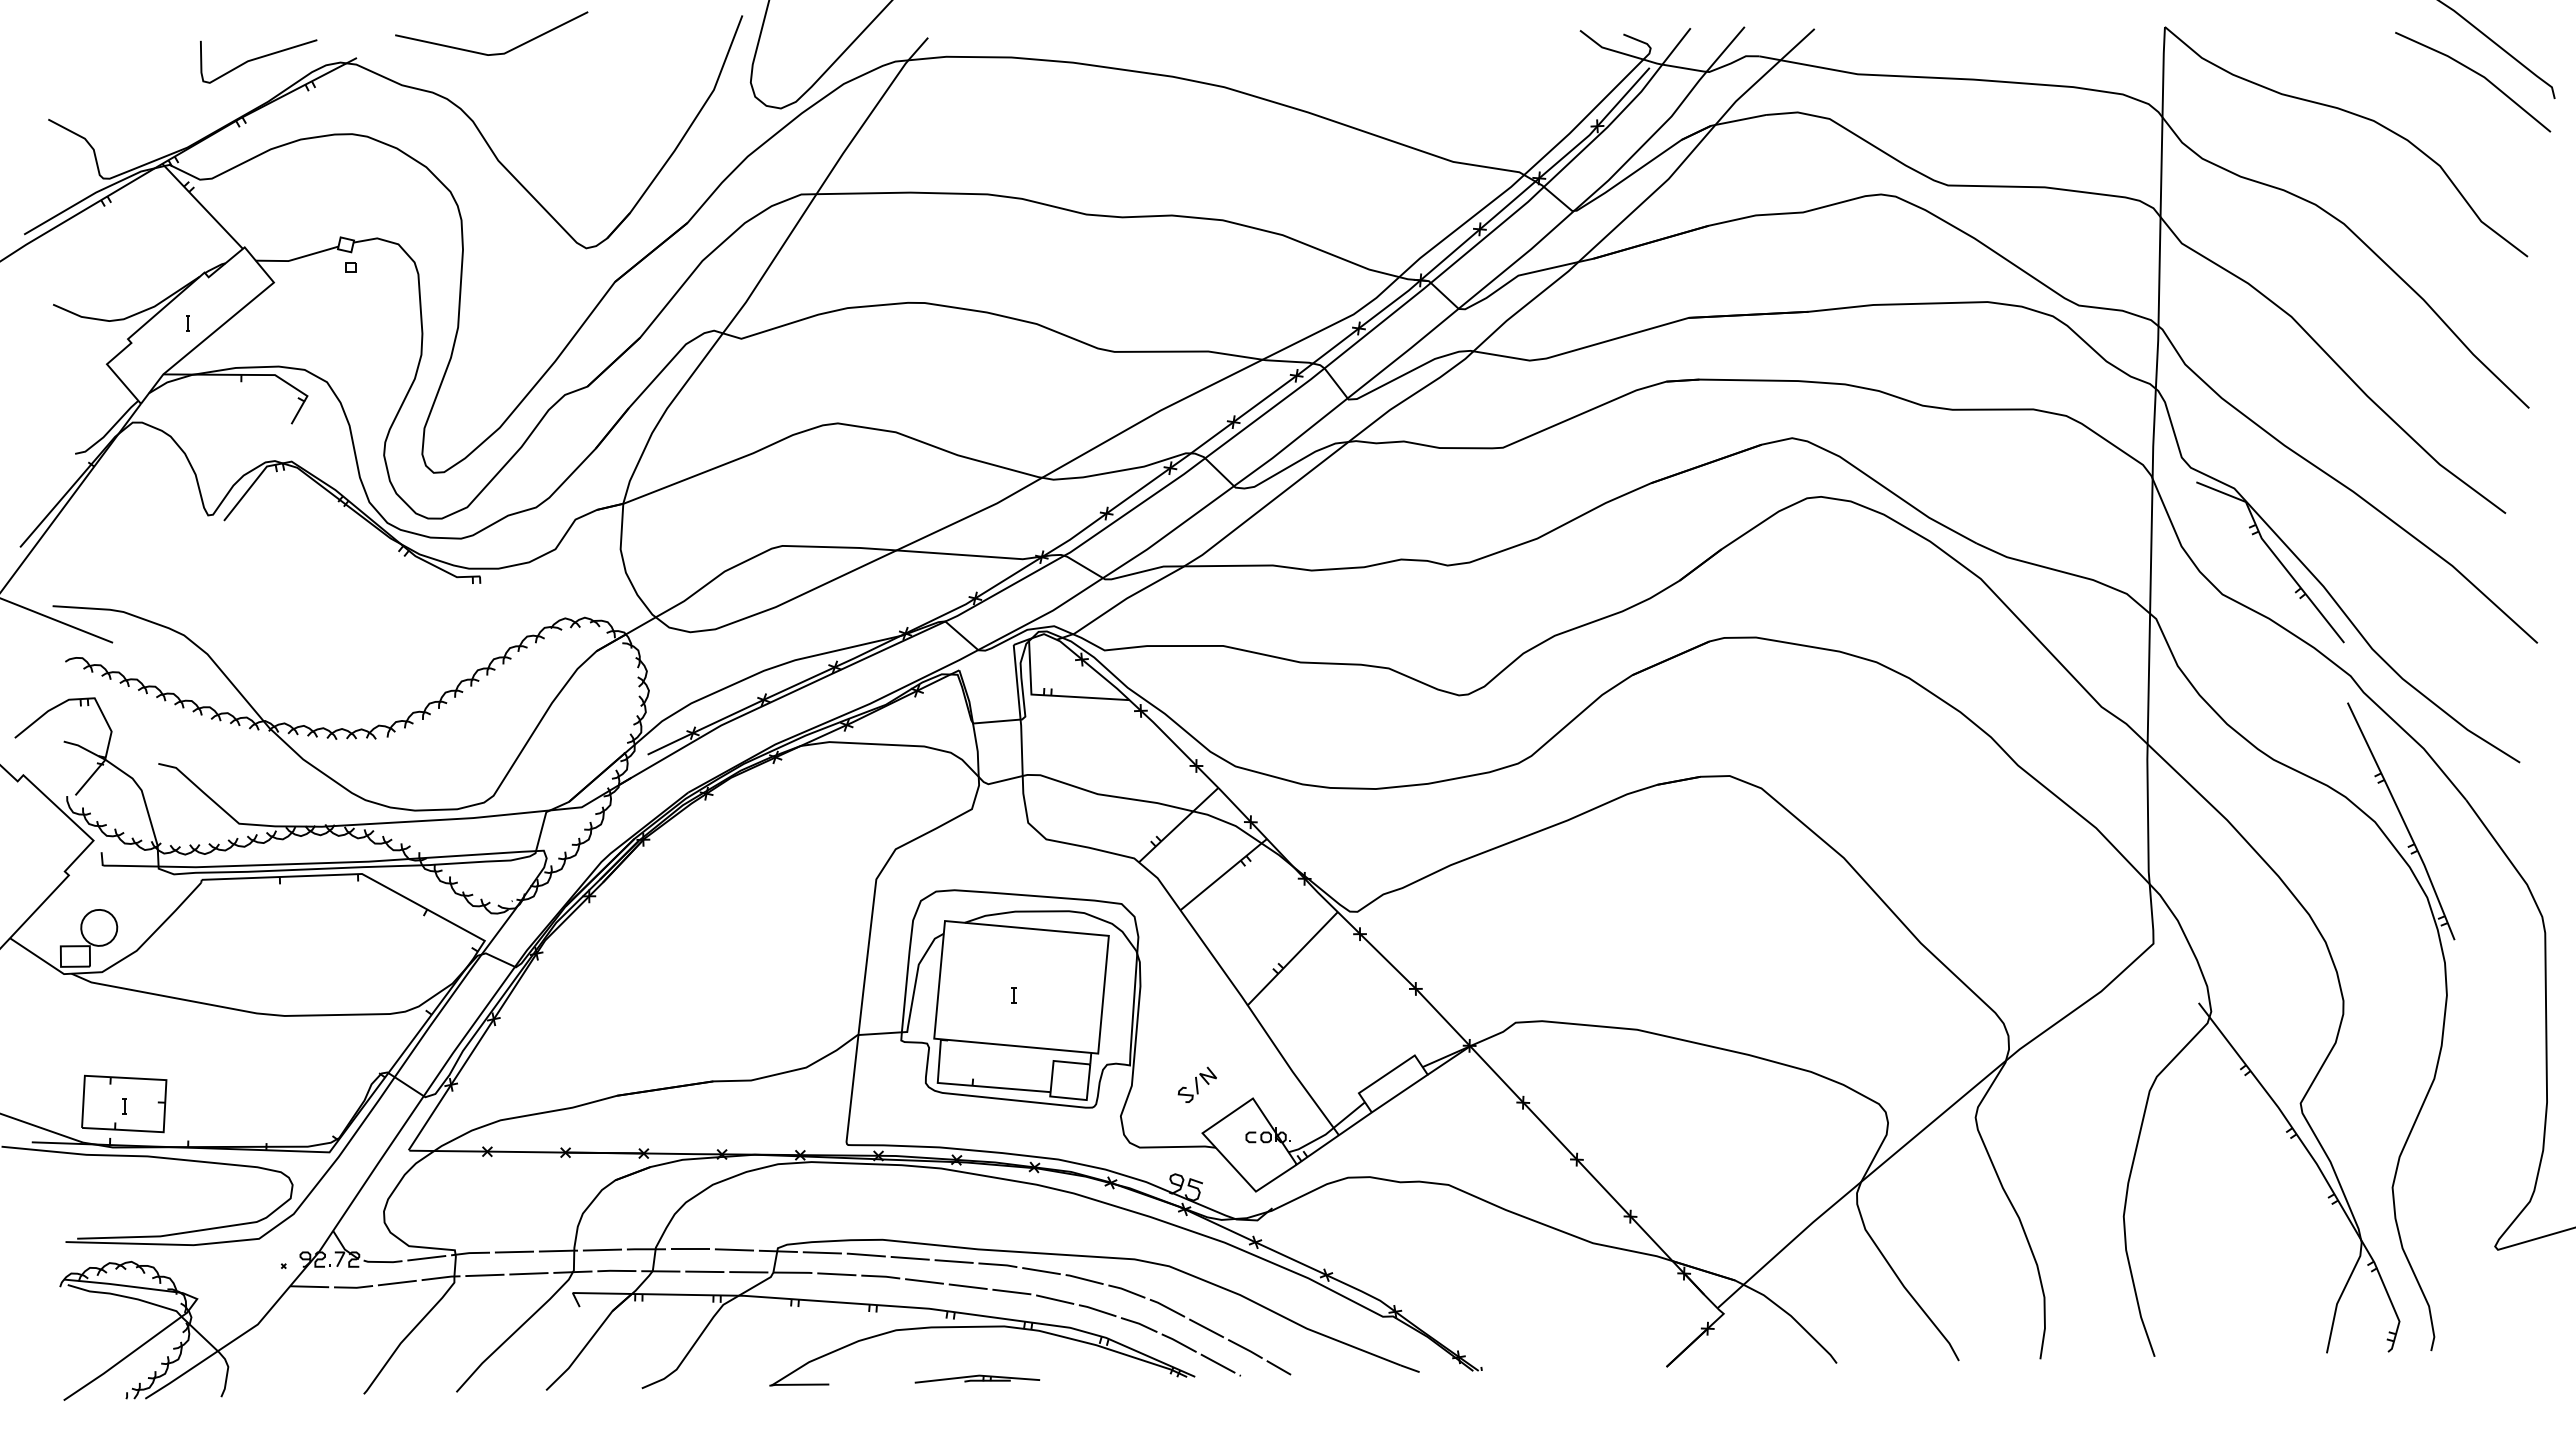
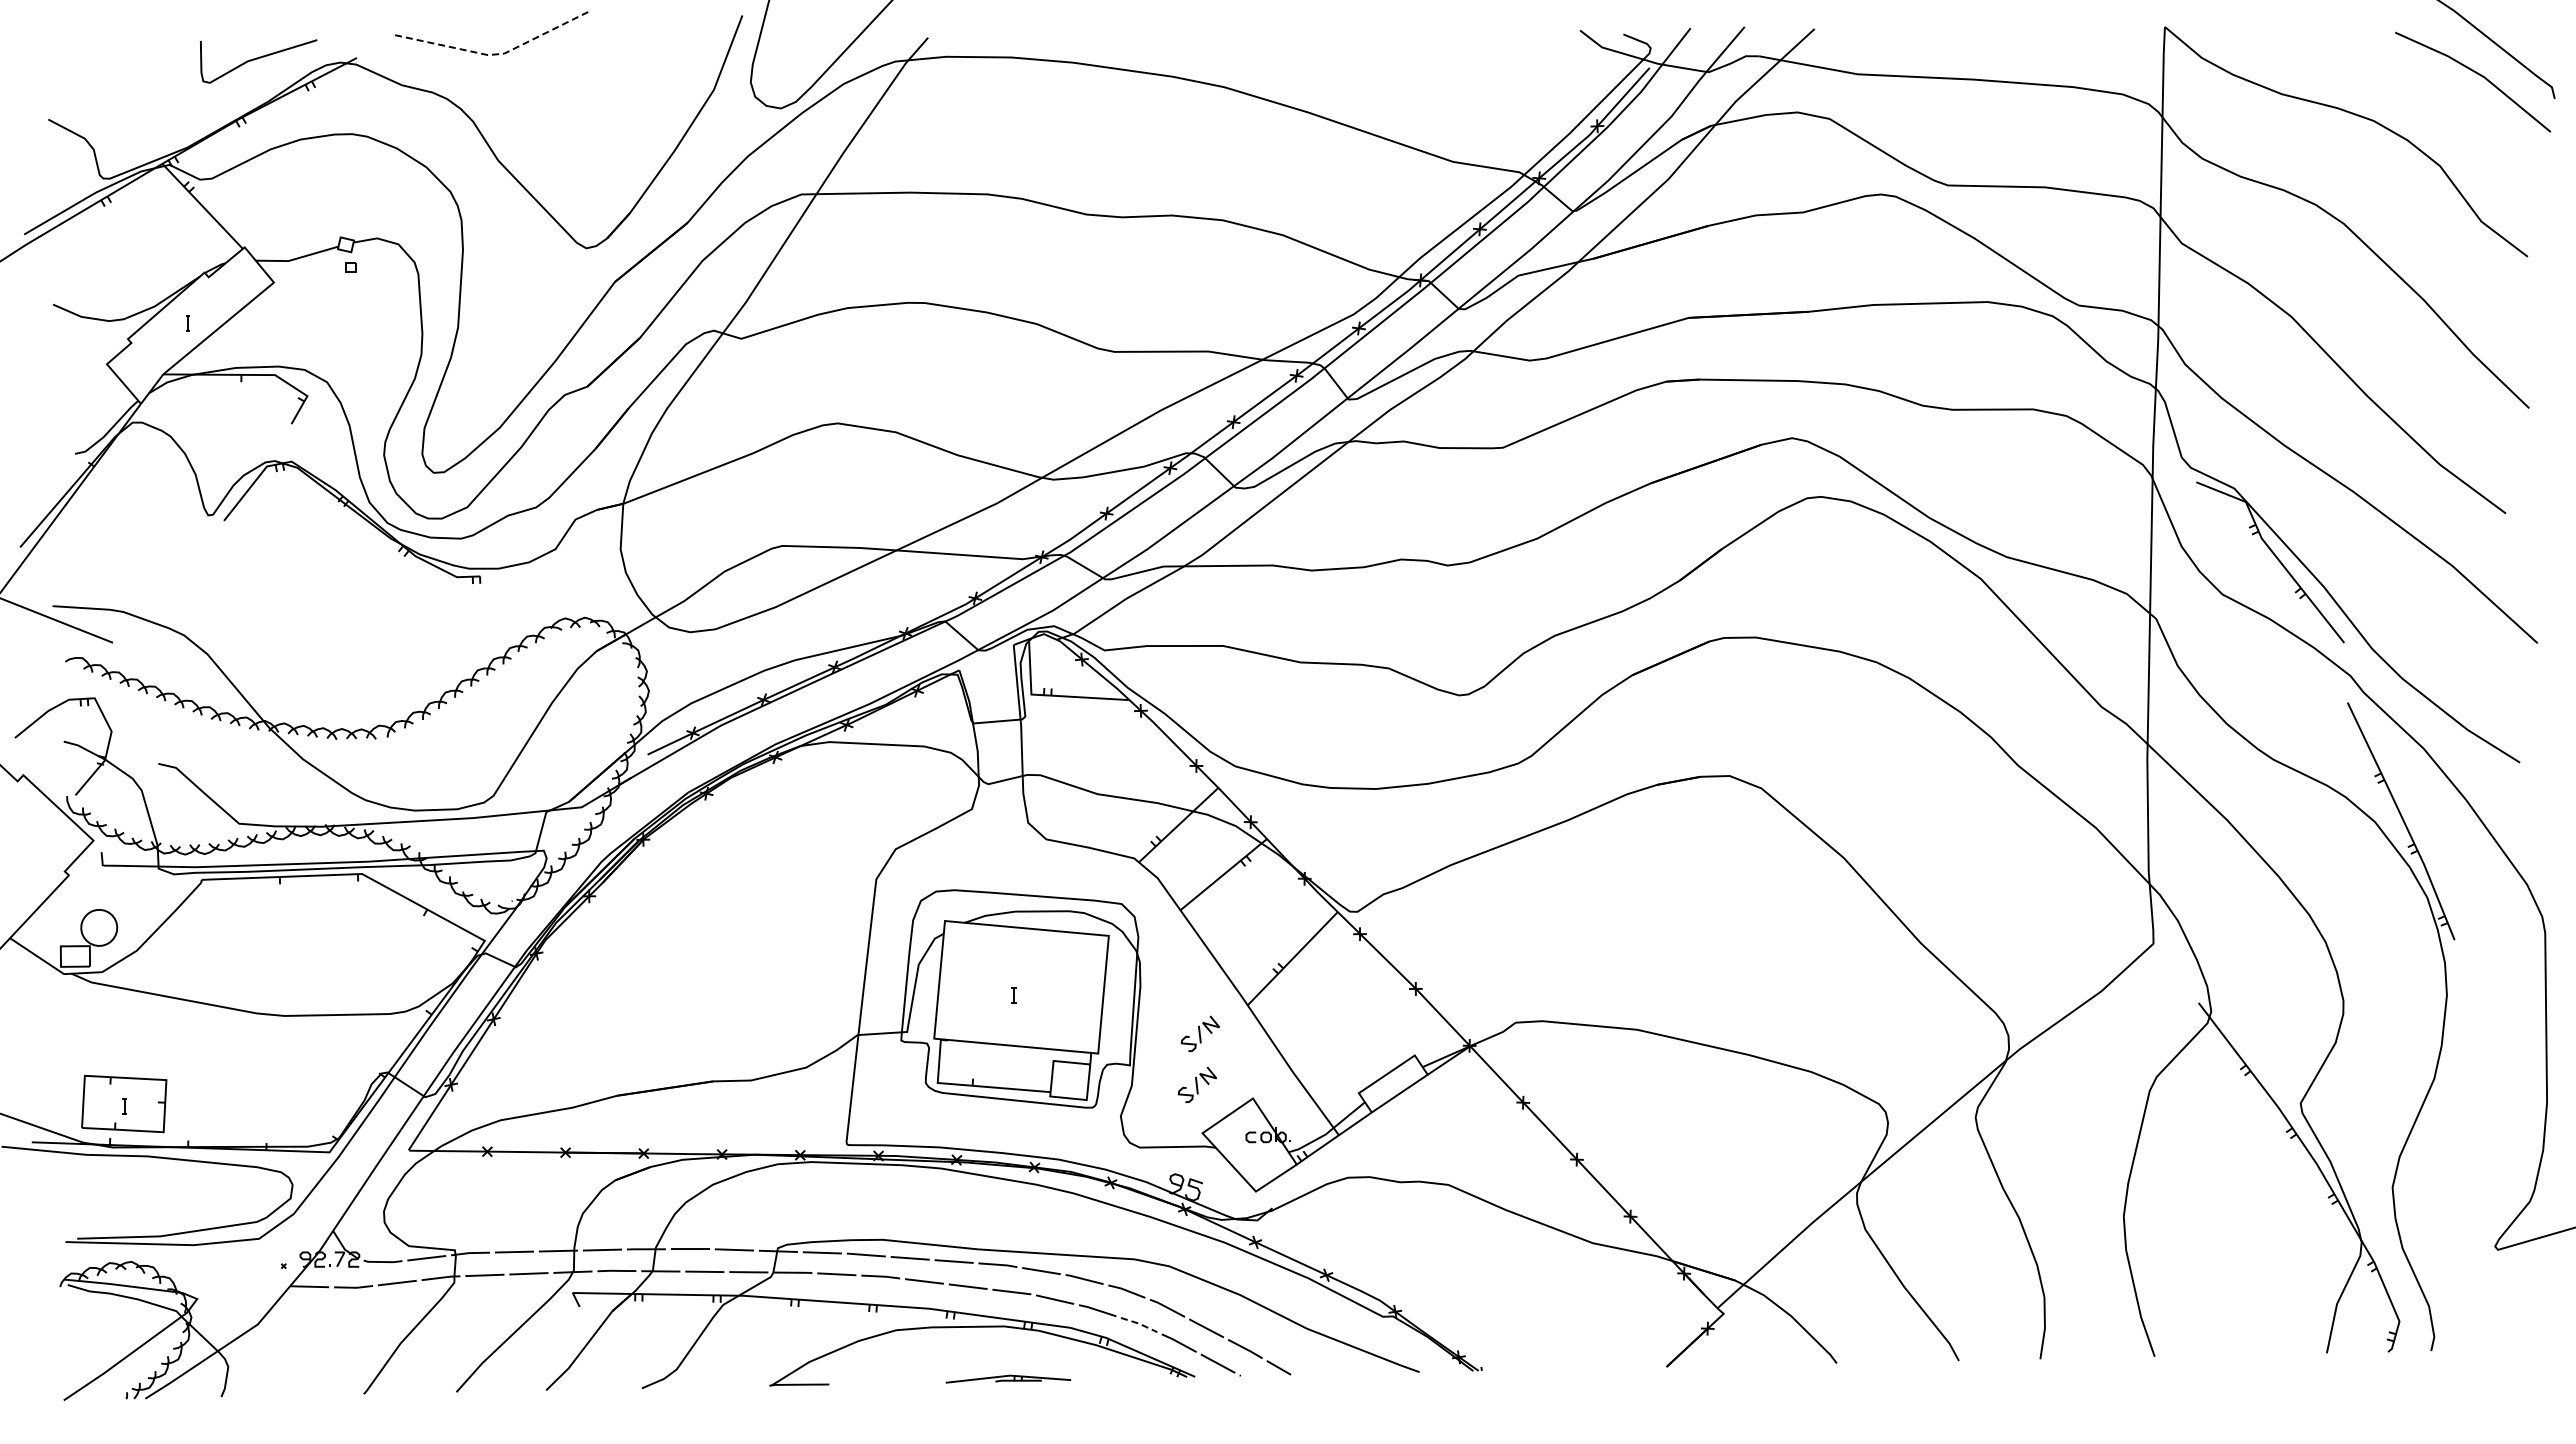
line at (494, 54): solid -> dashed
part at (1199, 1033): none -> present
line at (1139, 1323): solid -> dashed
part at (977, 1378) position: (977, 1378) -> (1008, 1378)
